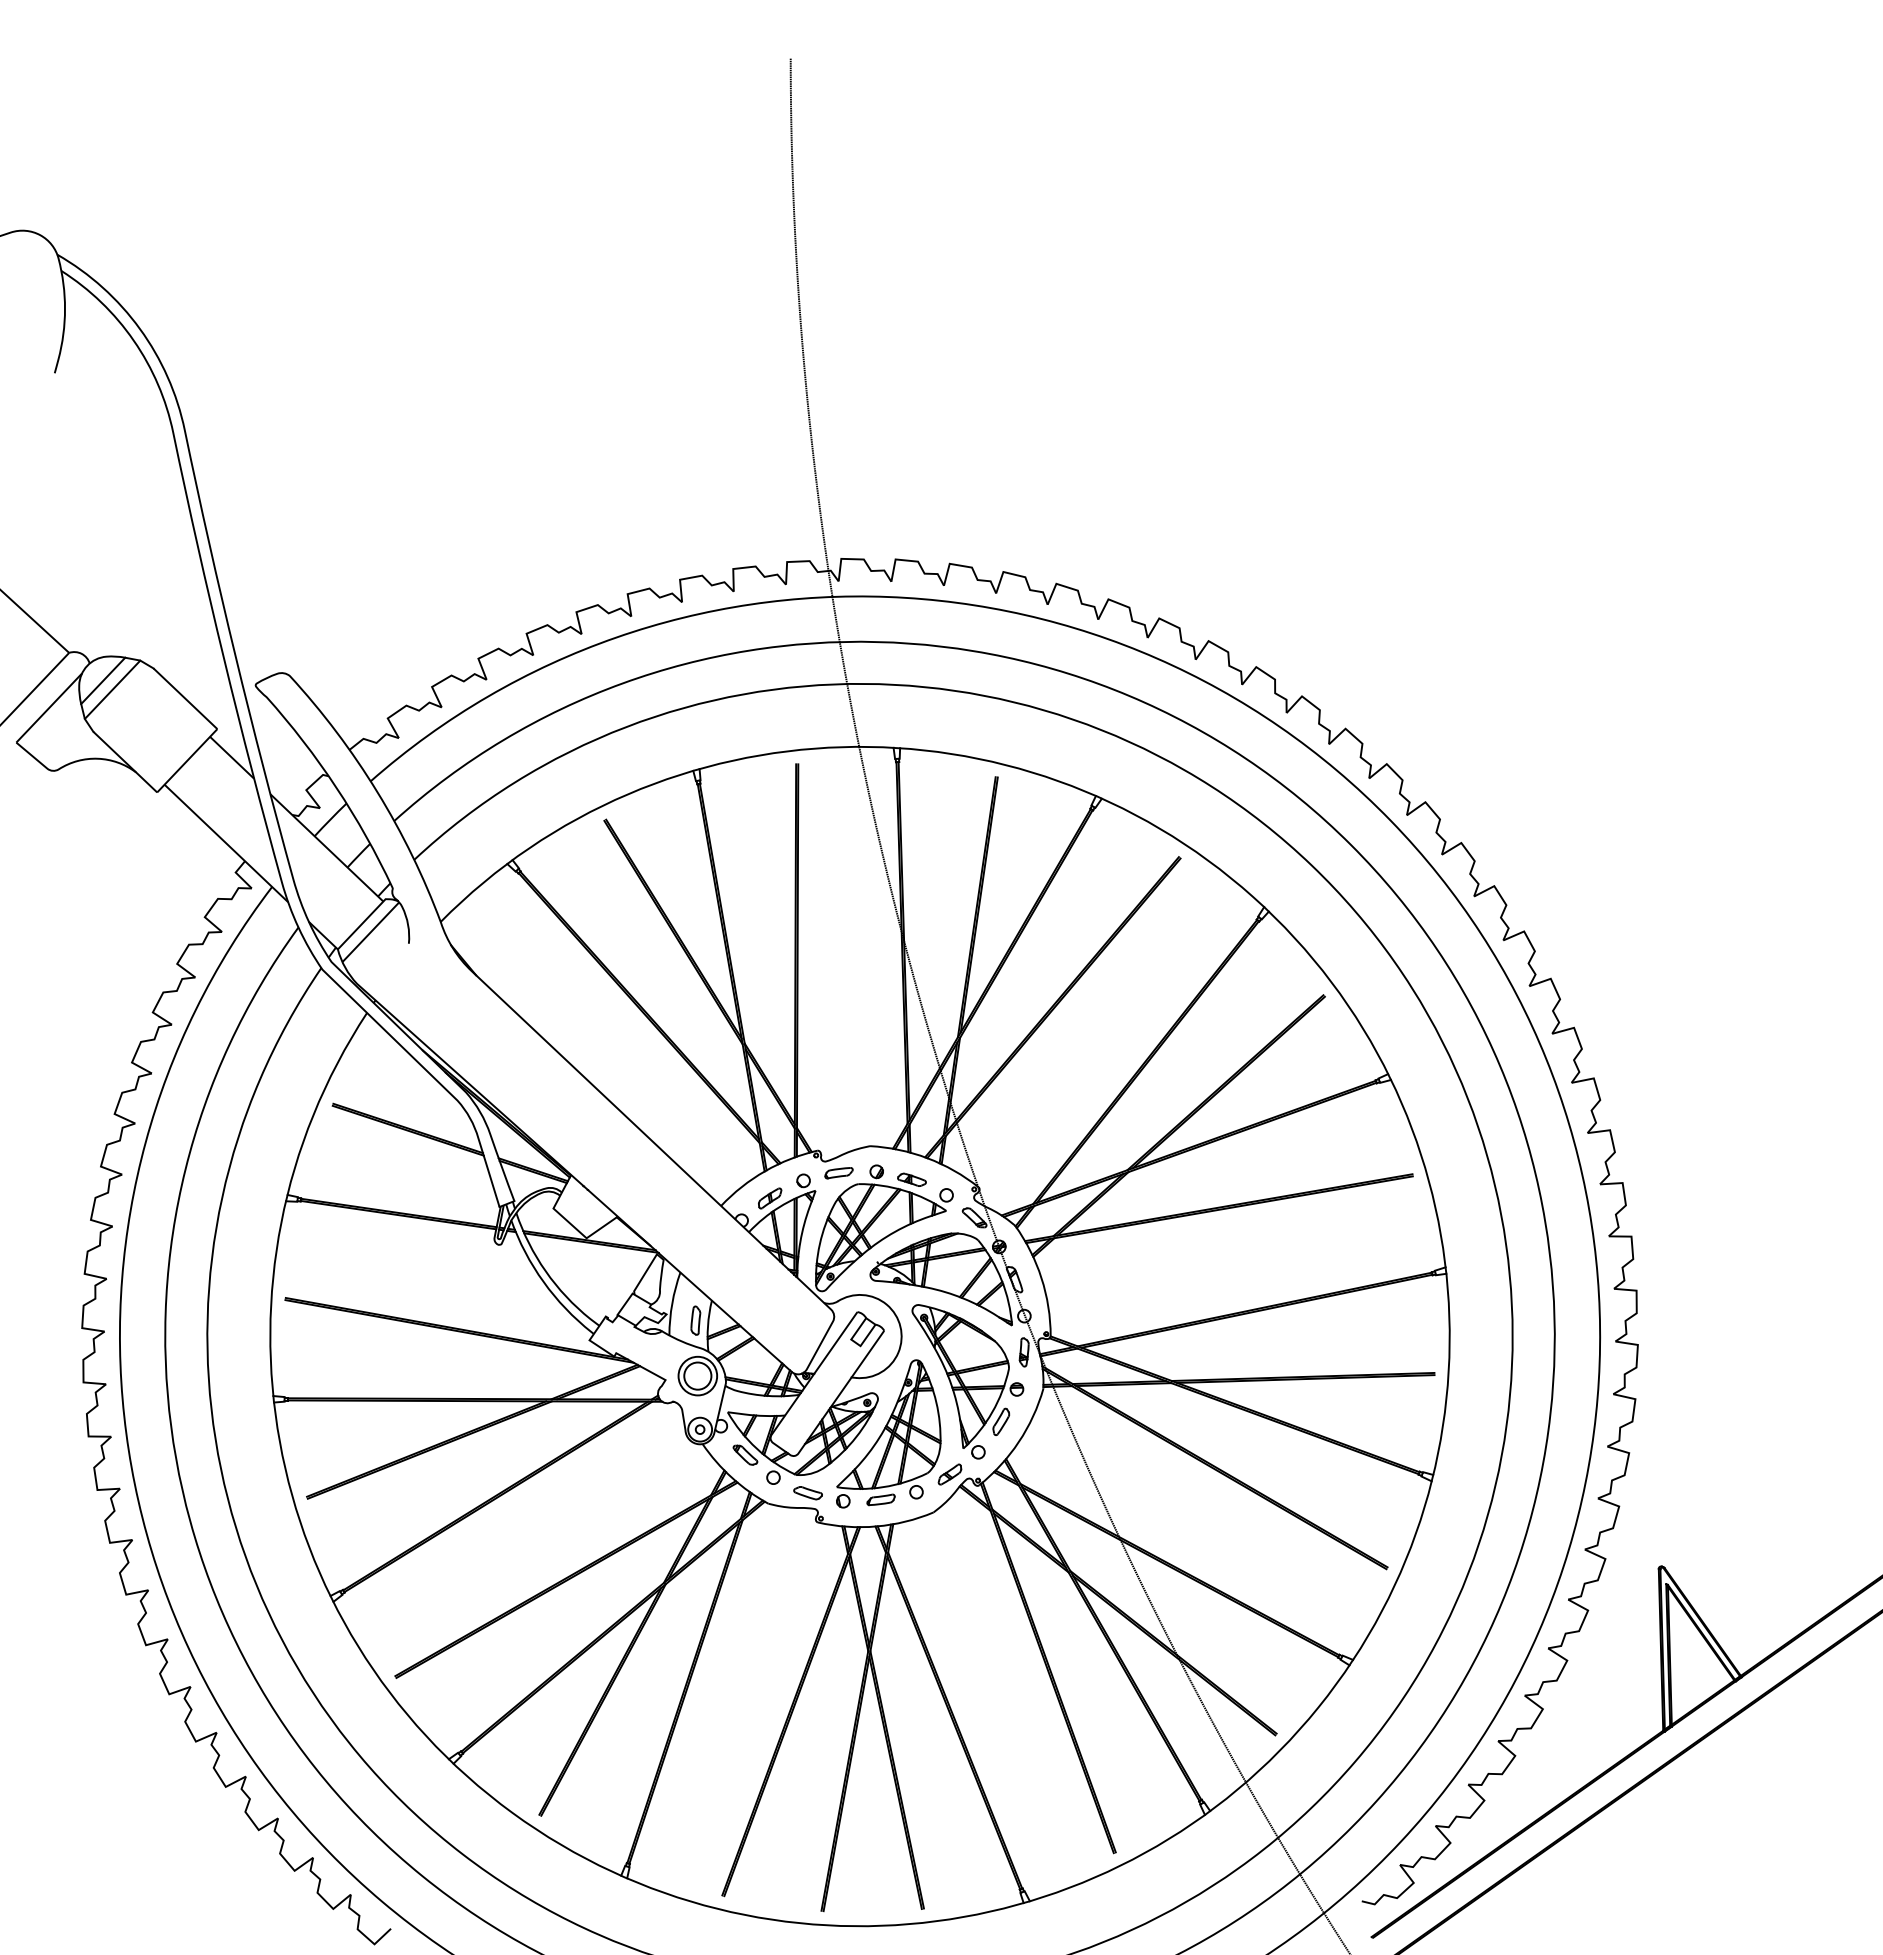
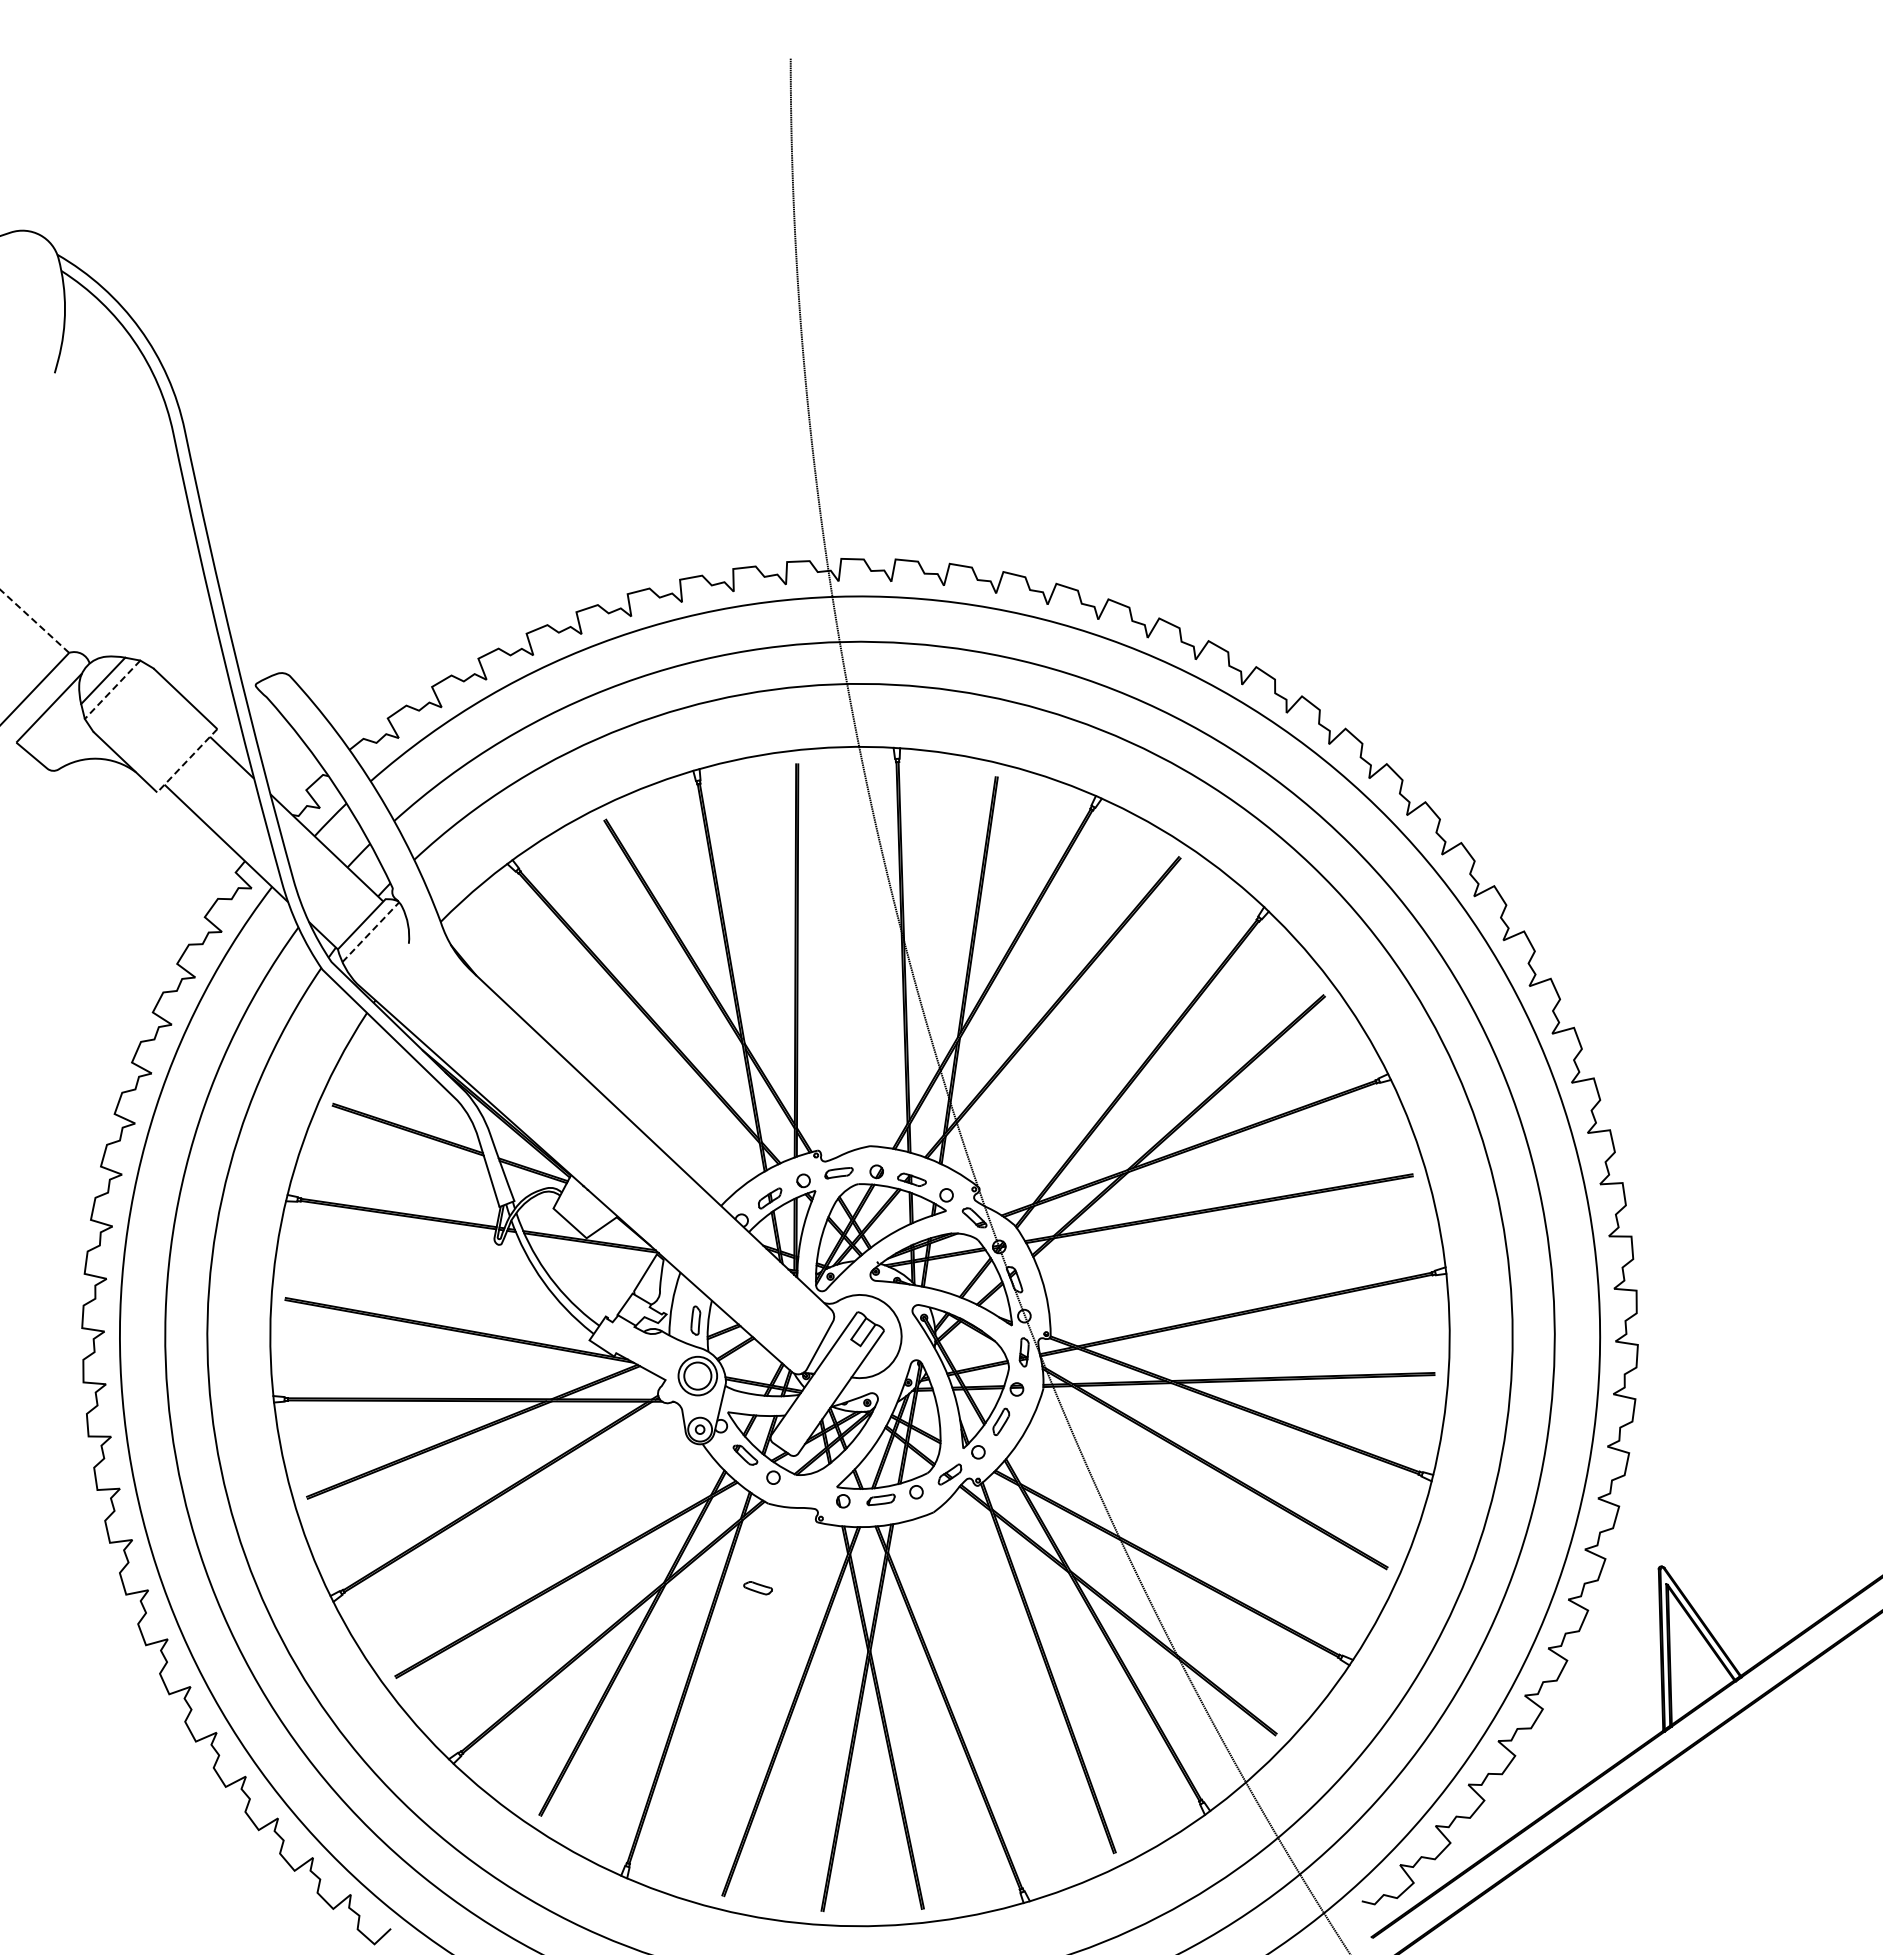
line at (34, 621): solid -> dashed
line at (112, 690): solid -> dashed
line at (187, 760): solid -> dashed
line at (371, 931): solid -> dashed
part at (807, 1493) position: (807, 1493) -> (757, 1588)
